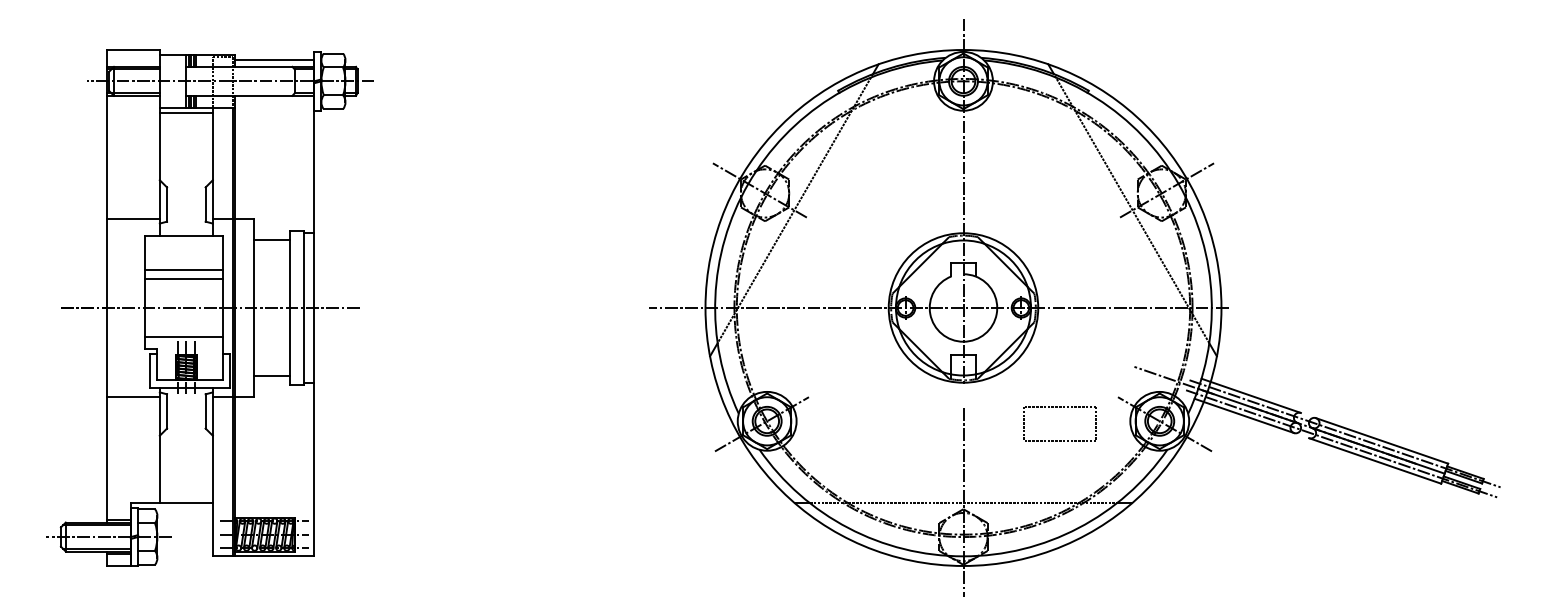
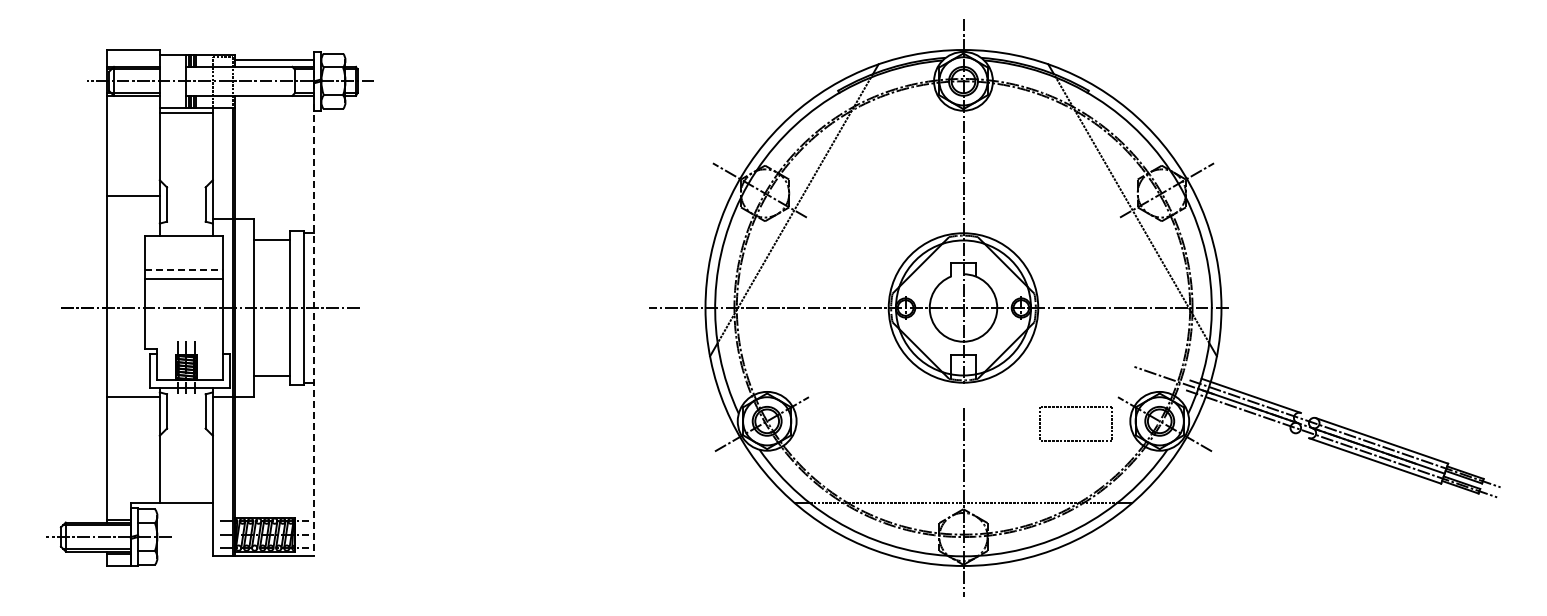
line at (132, 218) position: (132, 218) -> (132, 195)
line at (183, 270): solid -> dashed
line at (314, 308): solid -> dashed
line at (183, 336): present -> none
part at (1059, 407) position: (1059, 407) -> (1075, 407)
line at (1244, 415): present -> none
